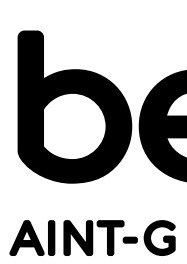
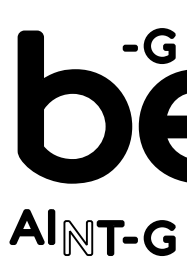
part at (148, 45): none -> present
part at (32, 237) position: (32, 237) -> (32, 226)
fill at (78, 238): present -> none
